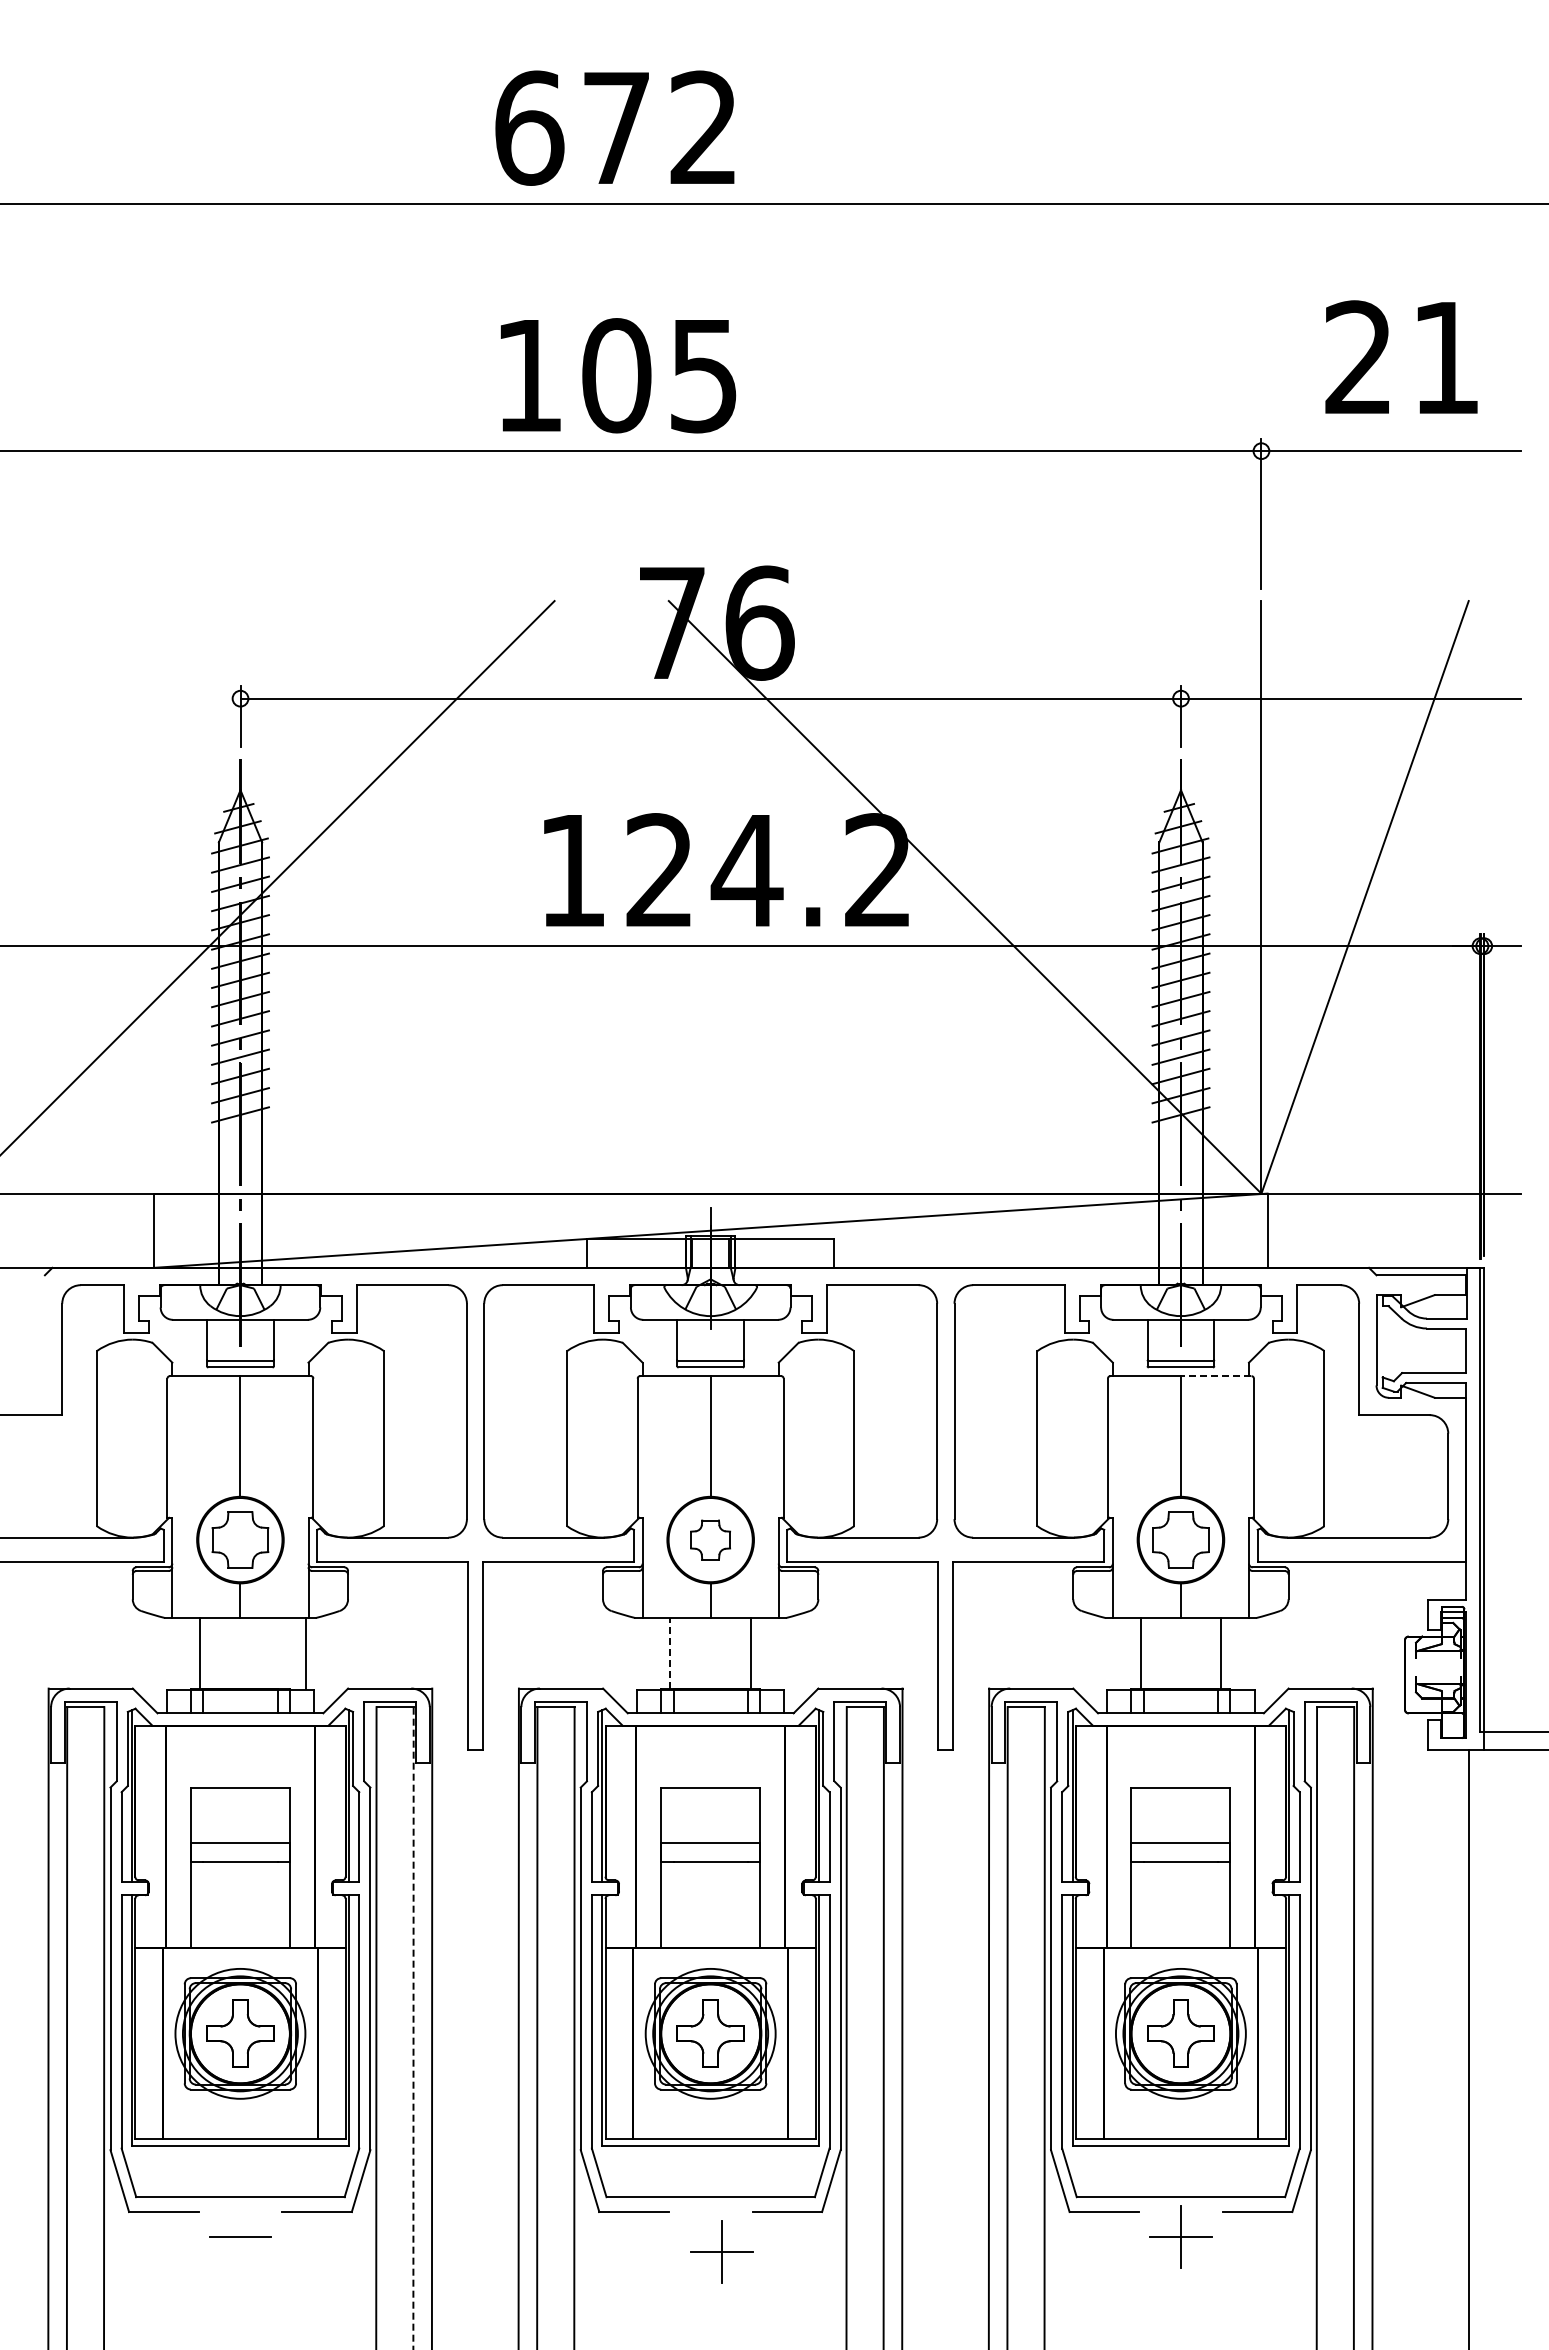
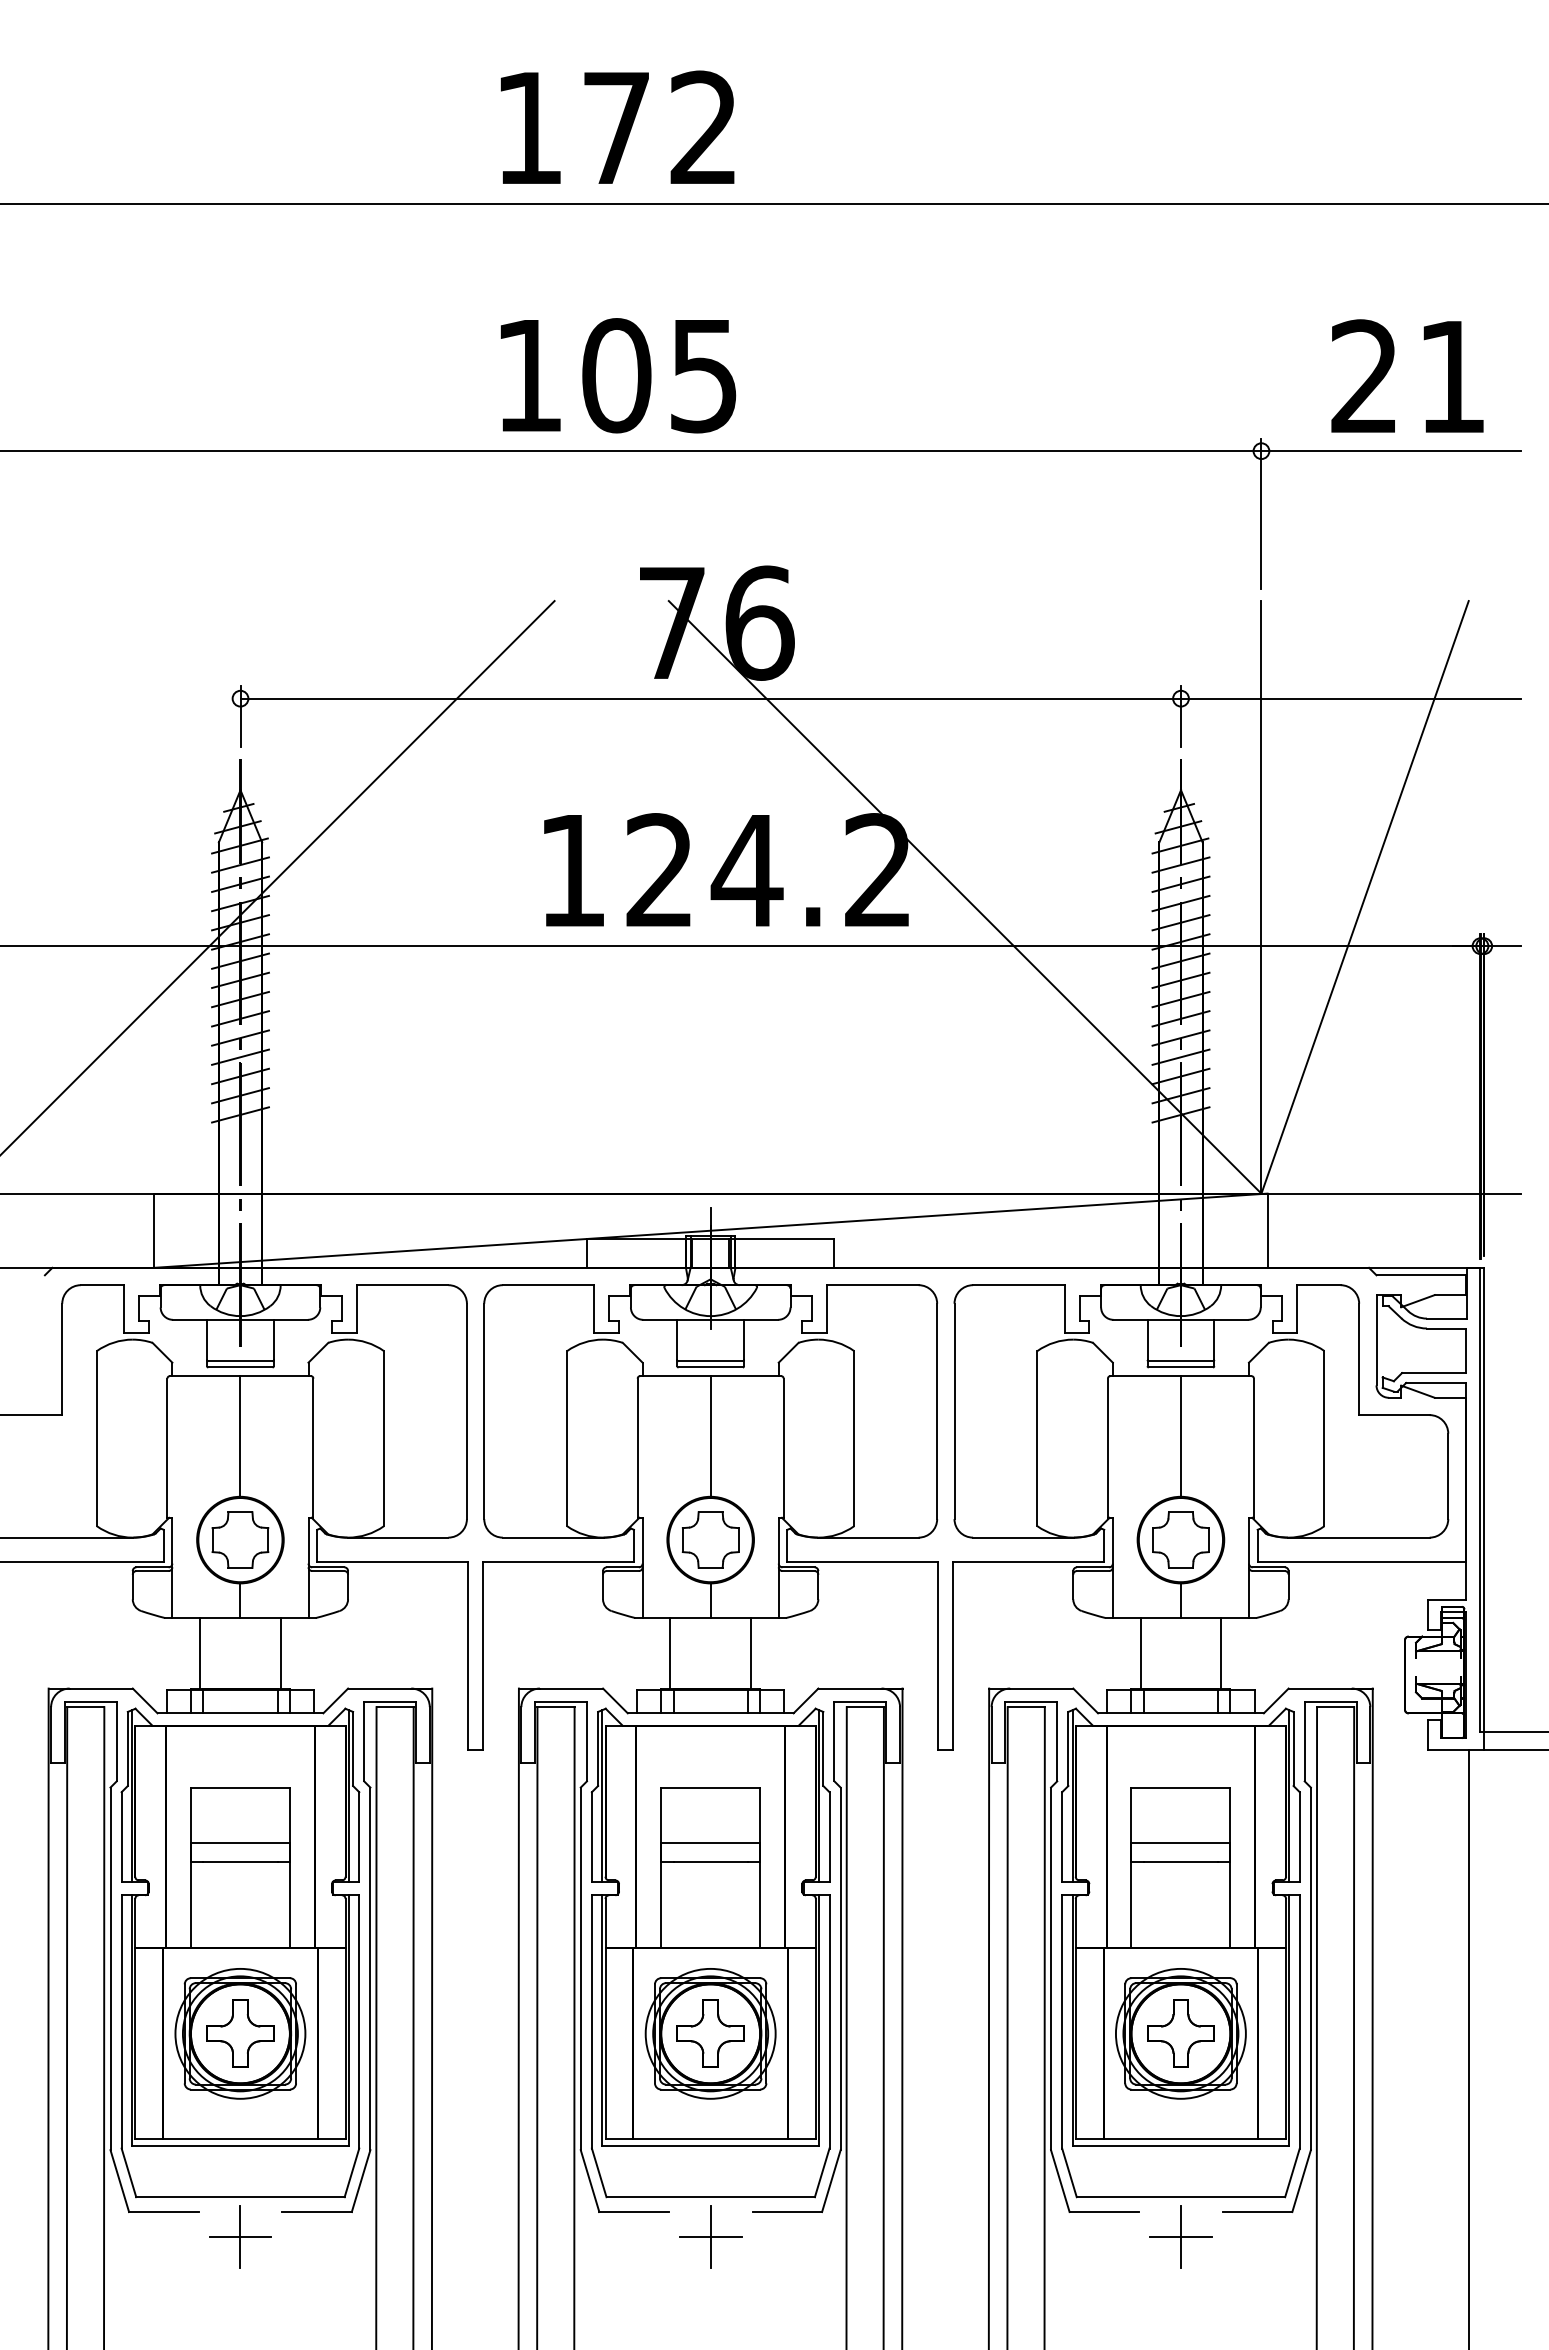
text at (529, 127): 672 -> 172
text at (1401, 356) position: (1401, 356) -> (1407, 375)
line at (1215, 1376): dashed -> solid
part at (710, 1539) size: 41x42 px -> 59x58 px
line at (670, 1652): dashed -> solid
line at (305, 1653) position: (305, 1653) -> (280, 1653)
line at (413, 2028): dashed -> solid
line at (240, 2236): none -> present
part at (721, 2251) position: (721, 2251) -> (710, 2236)
